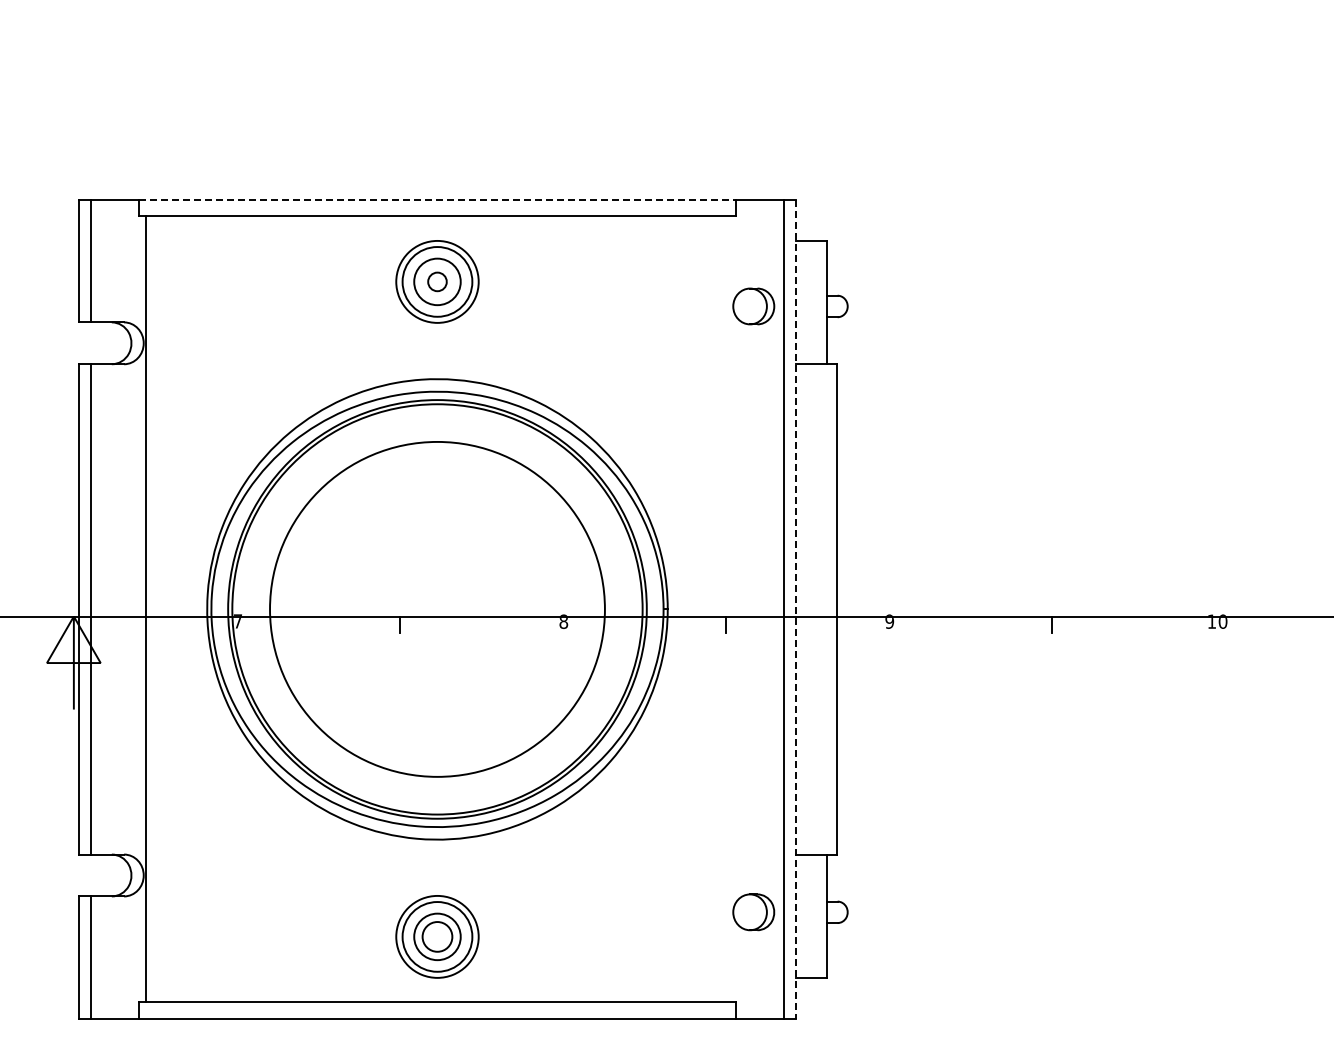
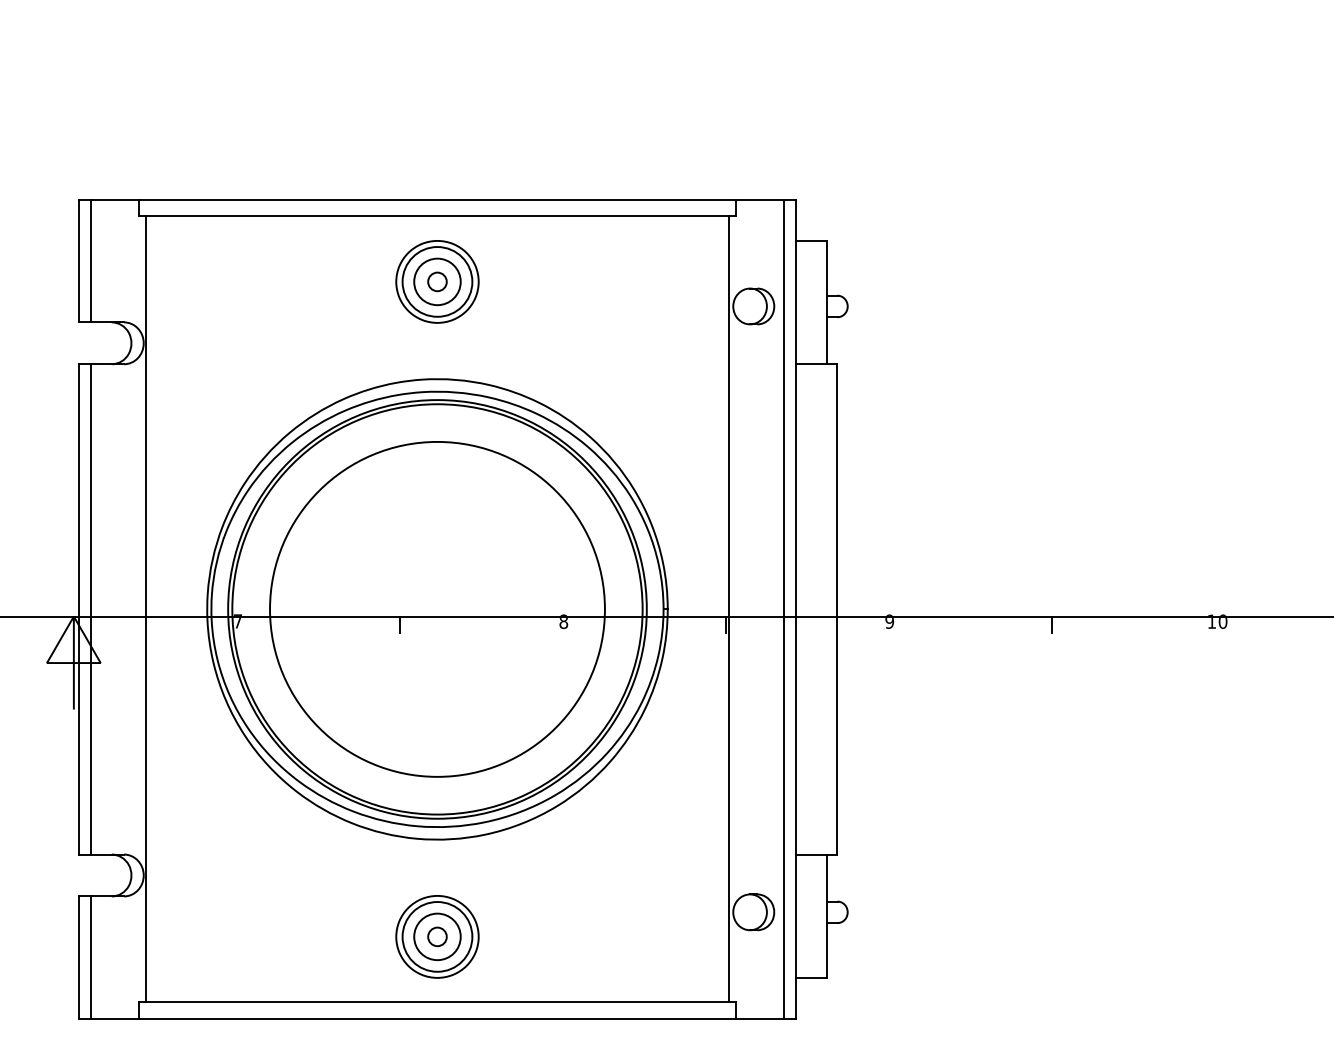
line at (437, 200): dashed -> solid
line at (729, 609): none -> present
line at (795, 609): dashed -> solid
circle at (437, 936) diameter: 30 px -> 19 px
